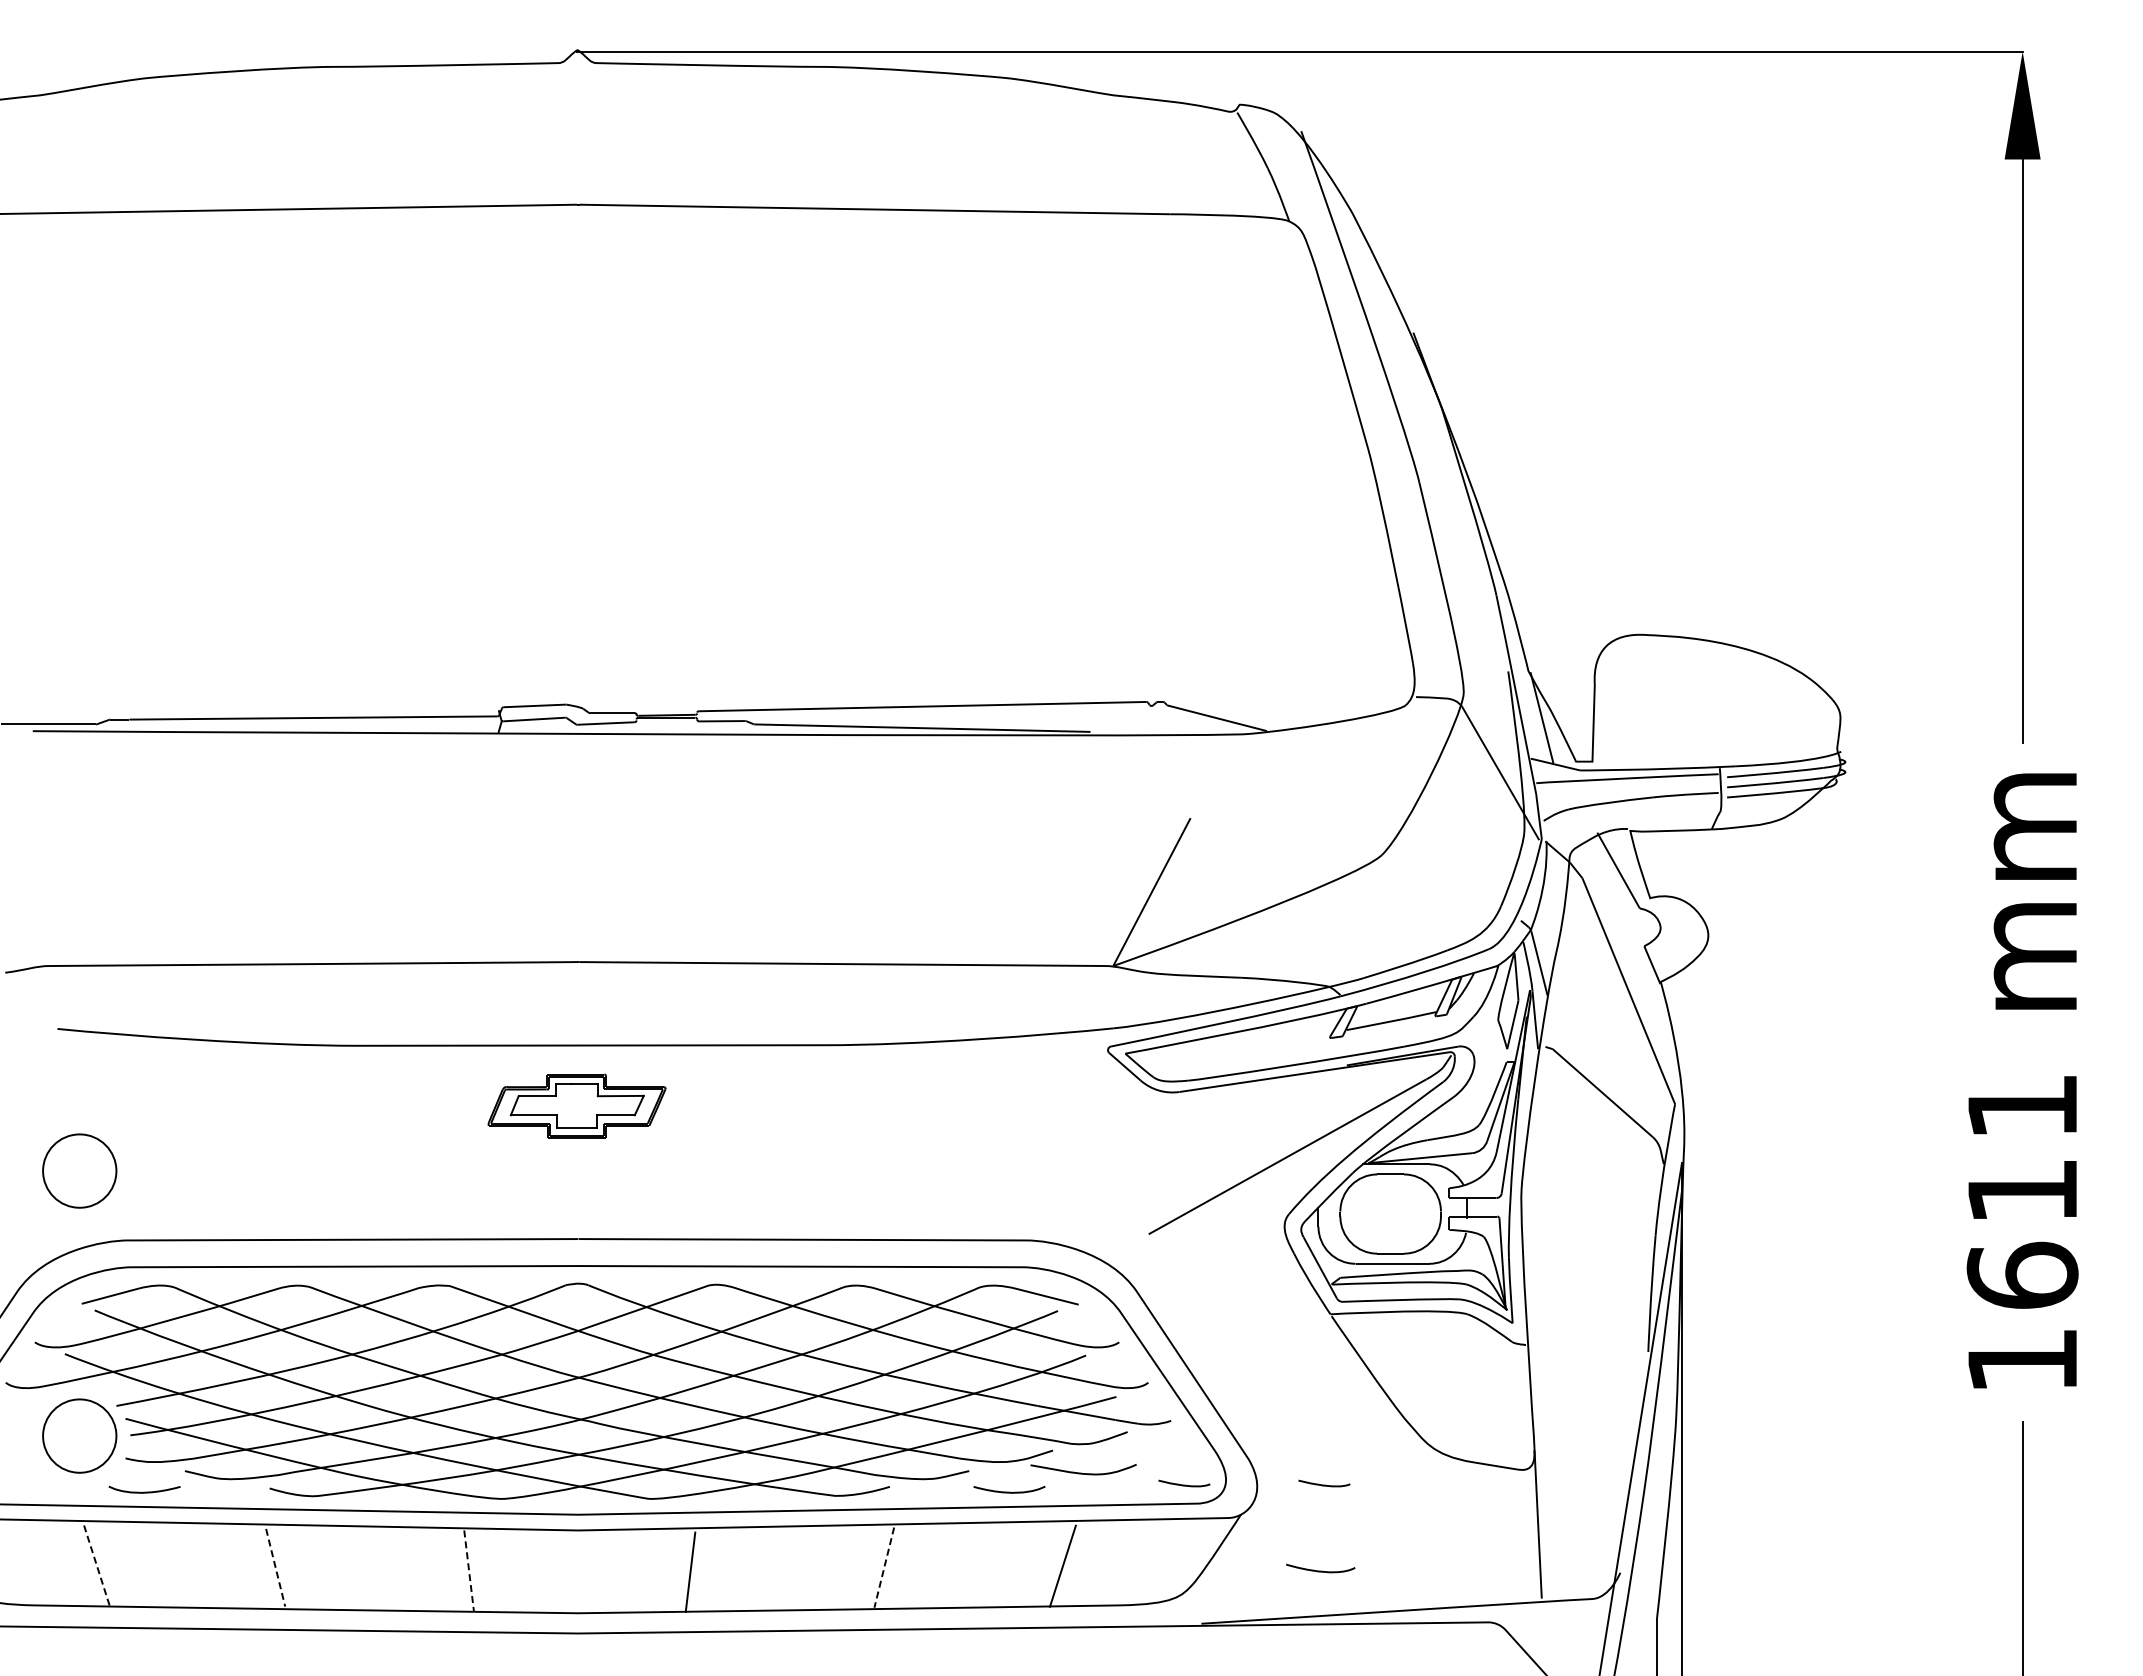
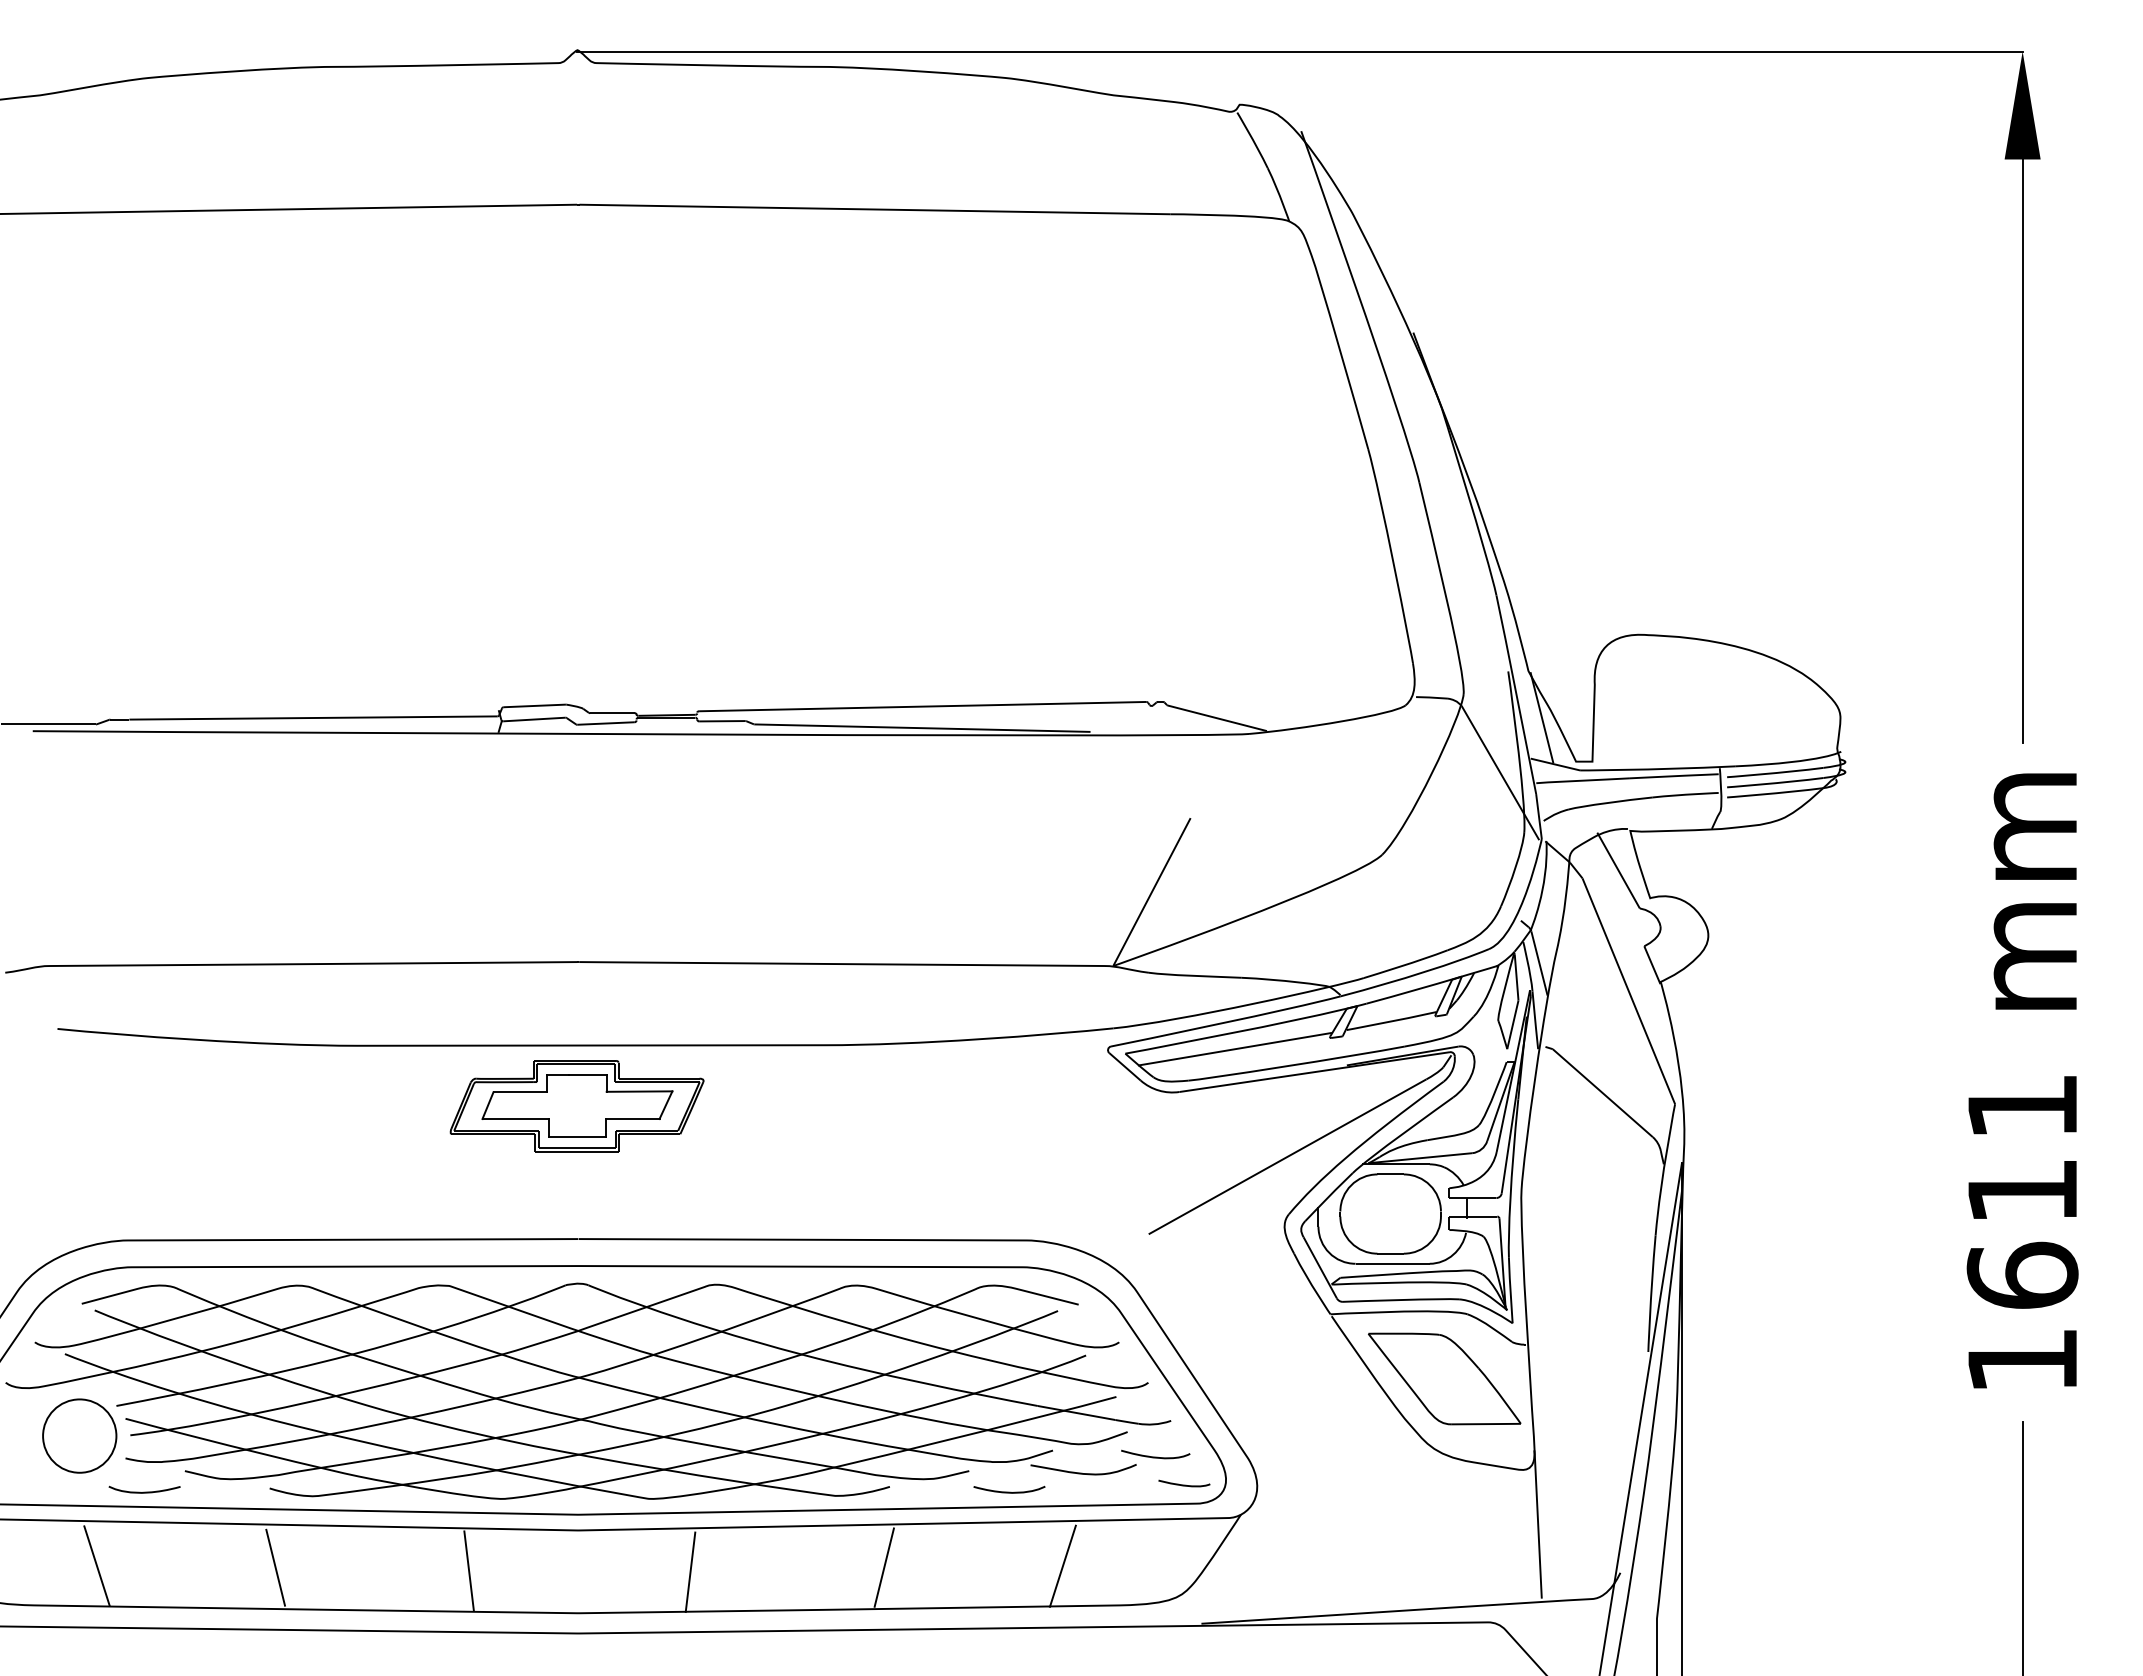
line at (1234, 1049): none -> present
part at (576, 1105) size: 180x66 px -> 256x93 px
part at (79, 1170): present -> none
part at (1444, 1378): none -> present
curve at (1324, 1484): present -> none
line at (97, 1566): dashed -> solid
line at (275, 1567): dashed -> solid
line at (884, 1568): dashed -> solid
curve at (1320, 1570) position: (1320, 1570) -> (1155, 1456)
line at (469, 1571): dashed -> solid
